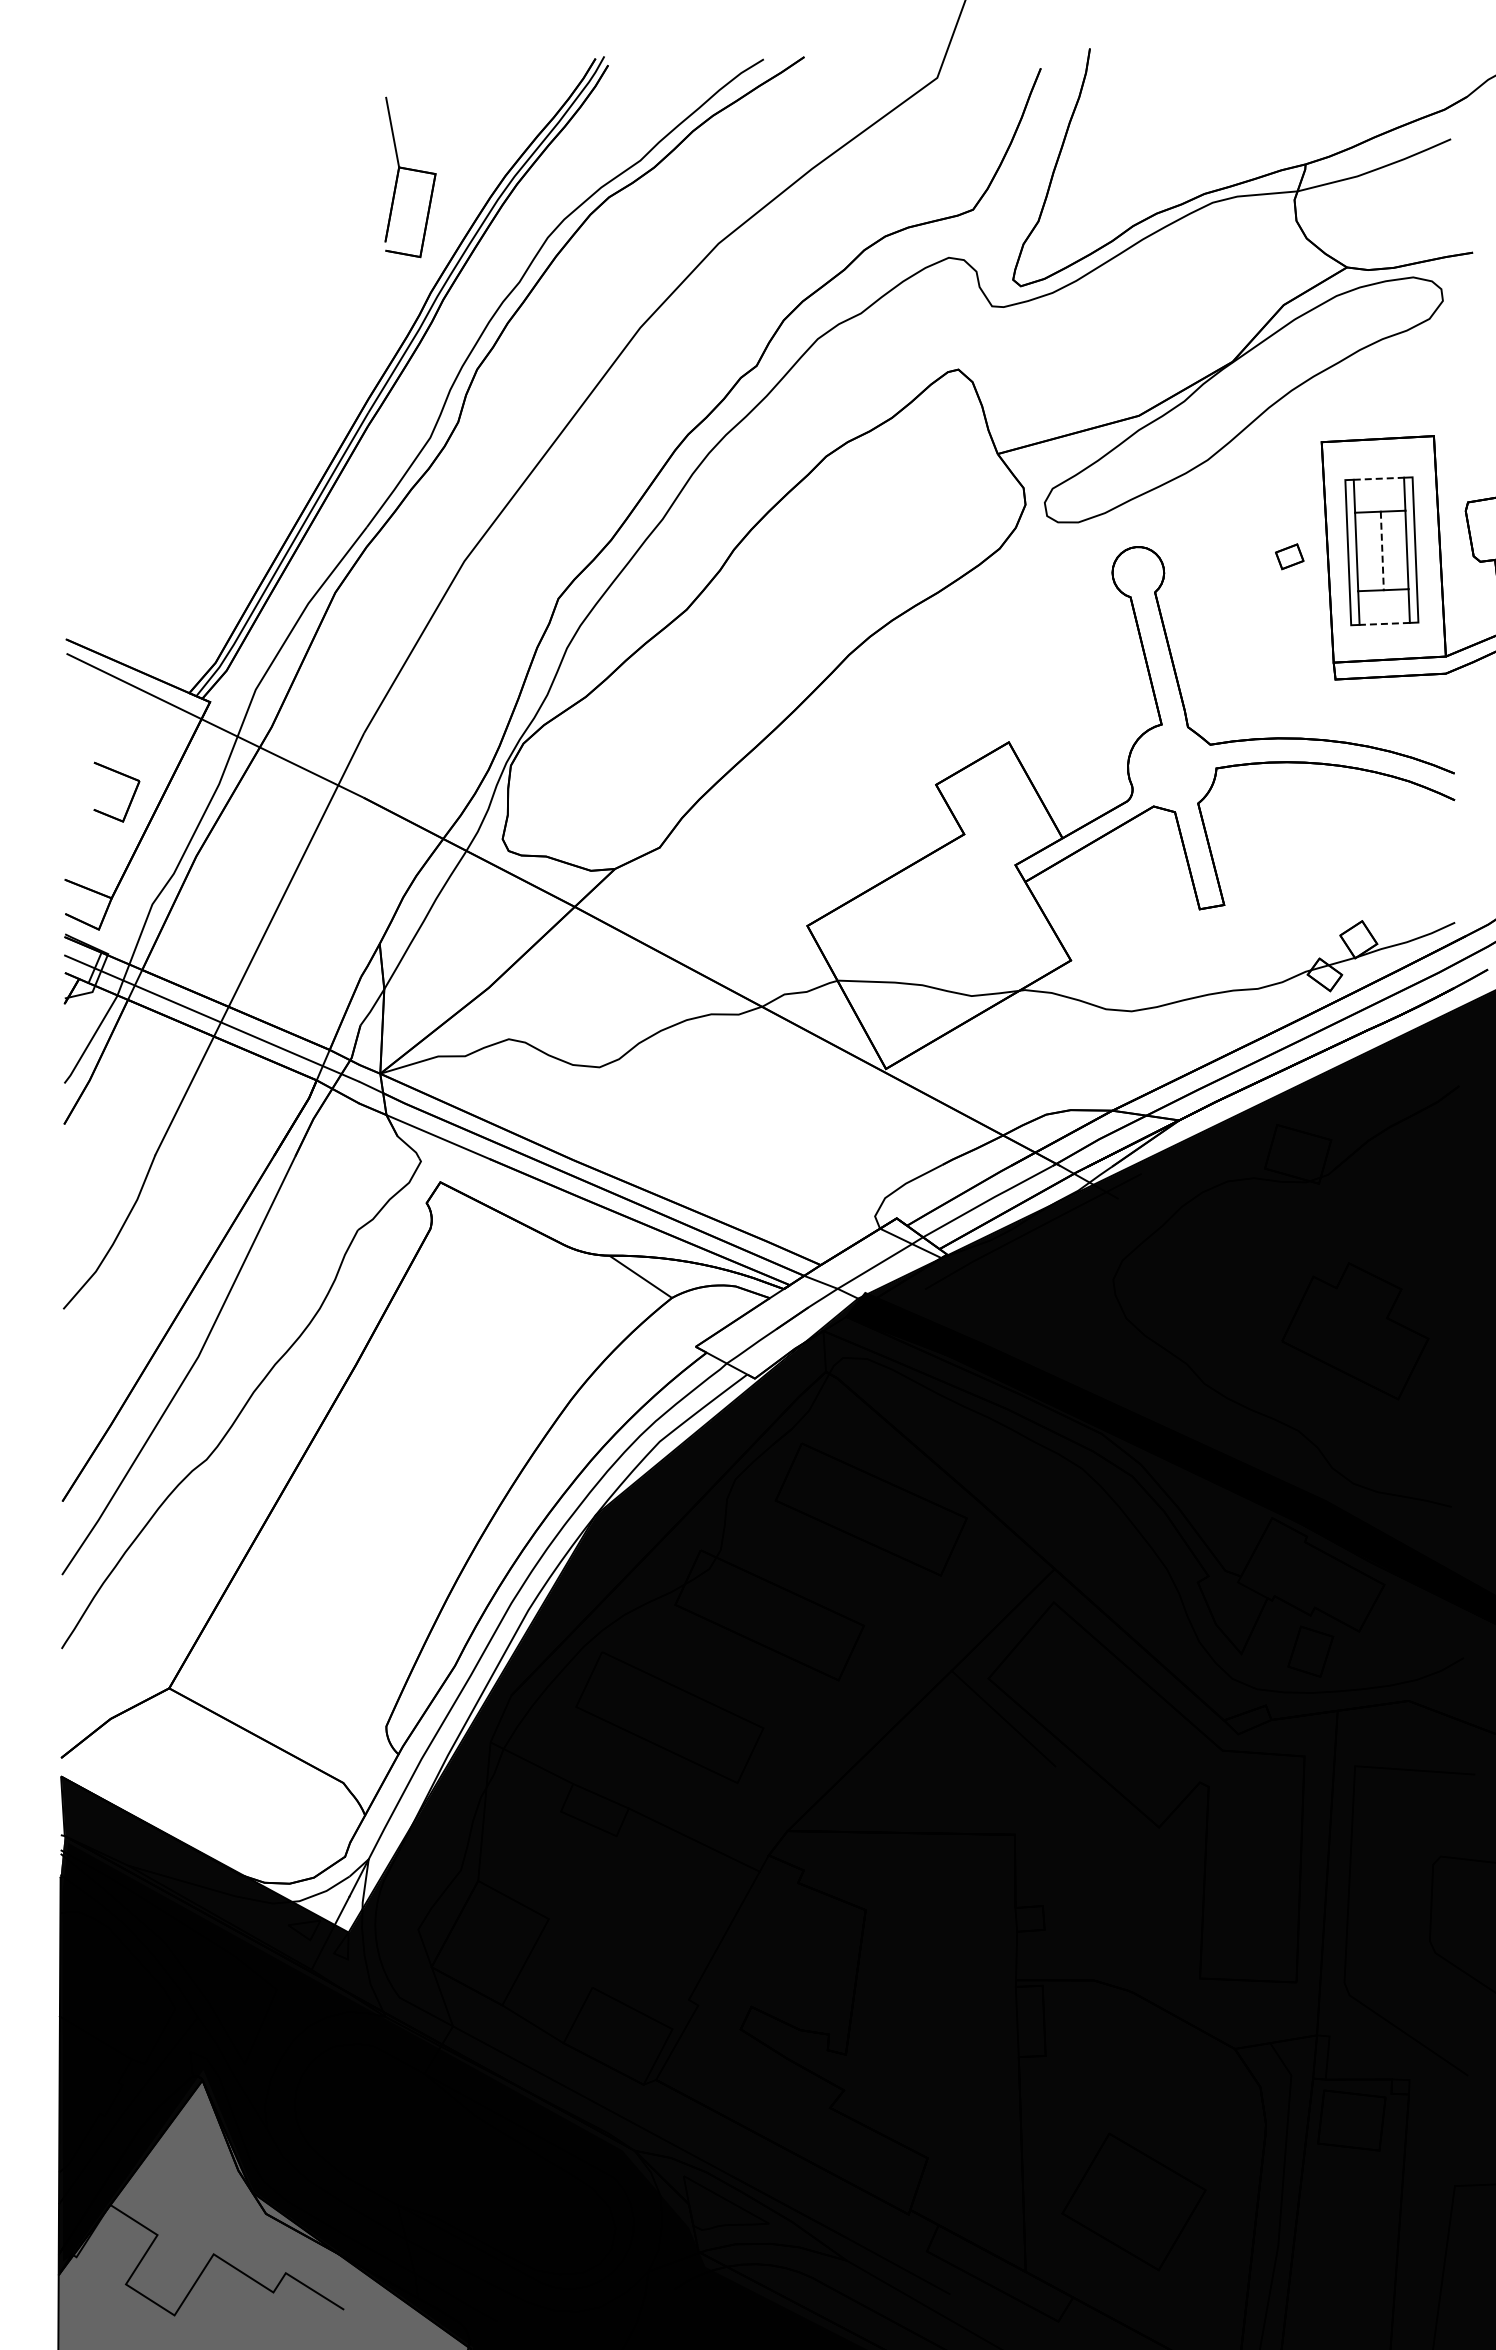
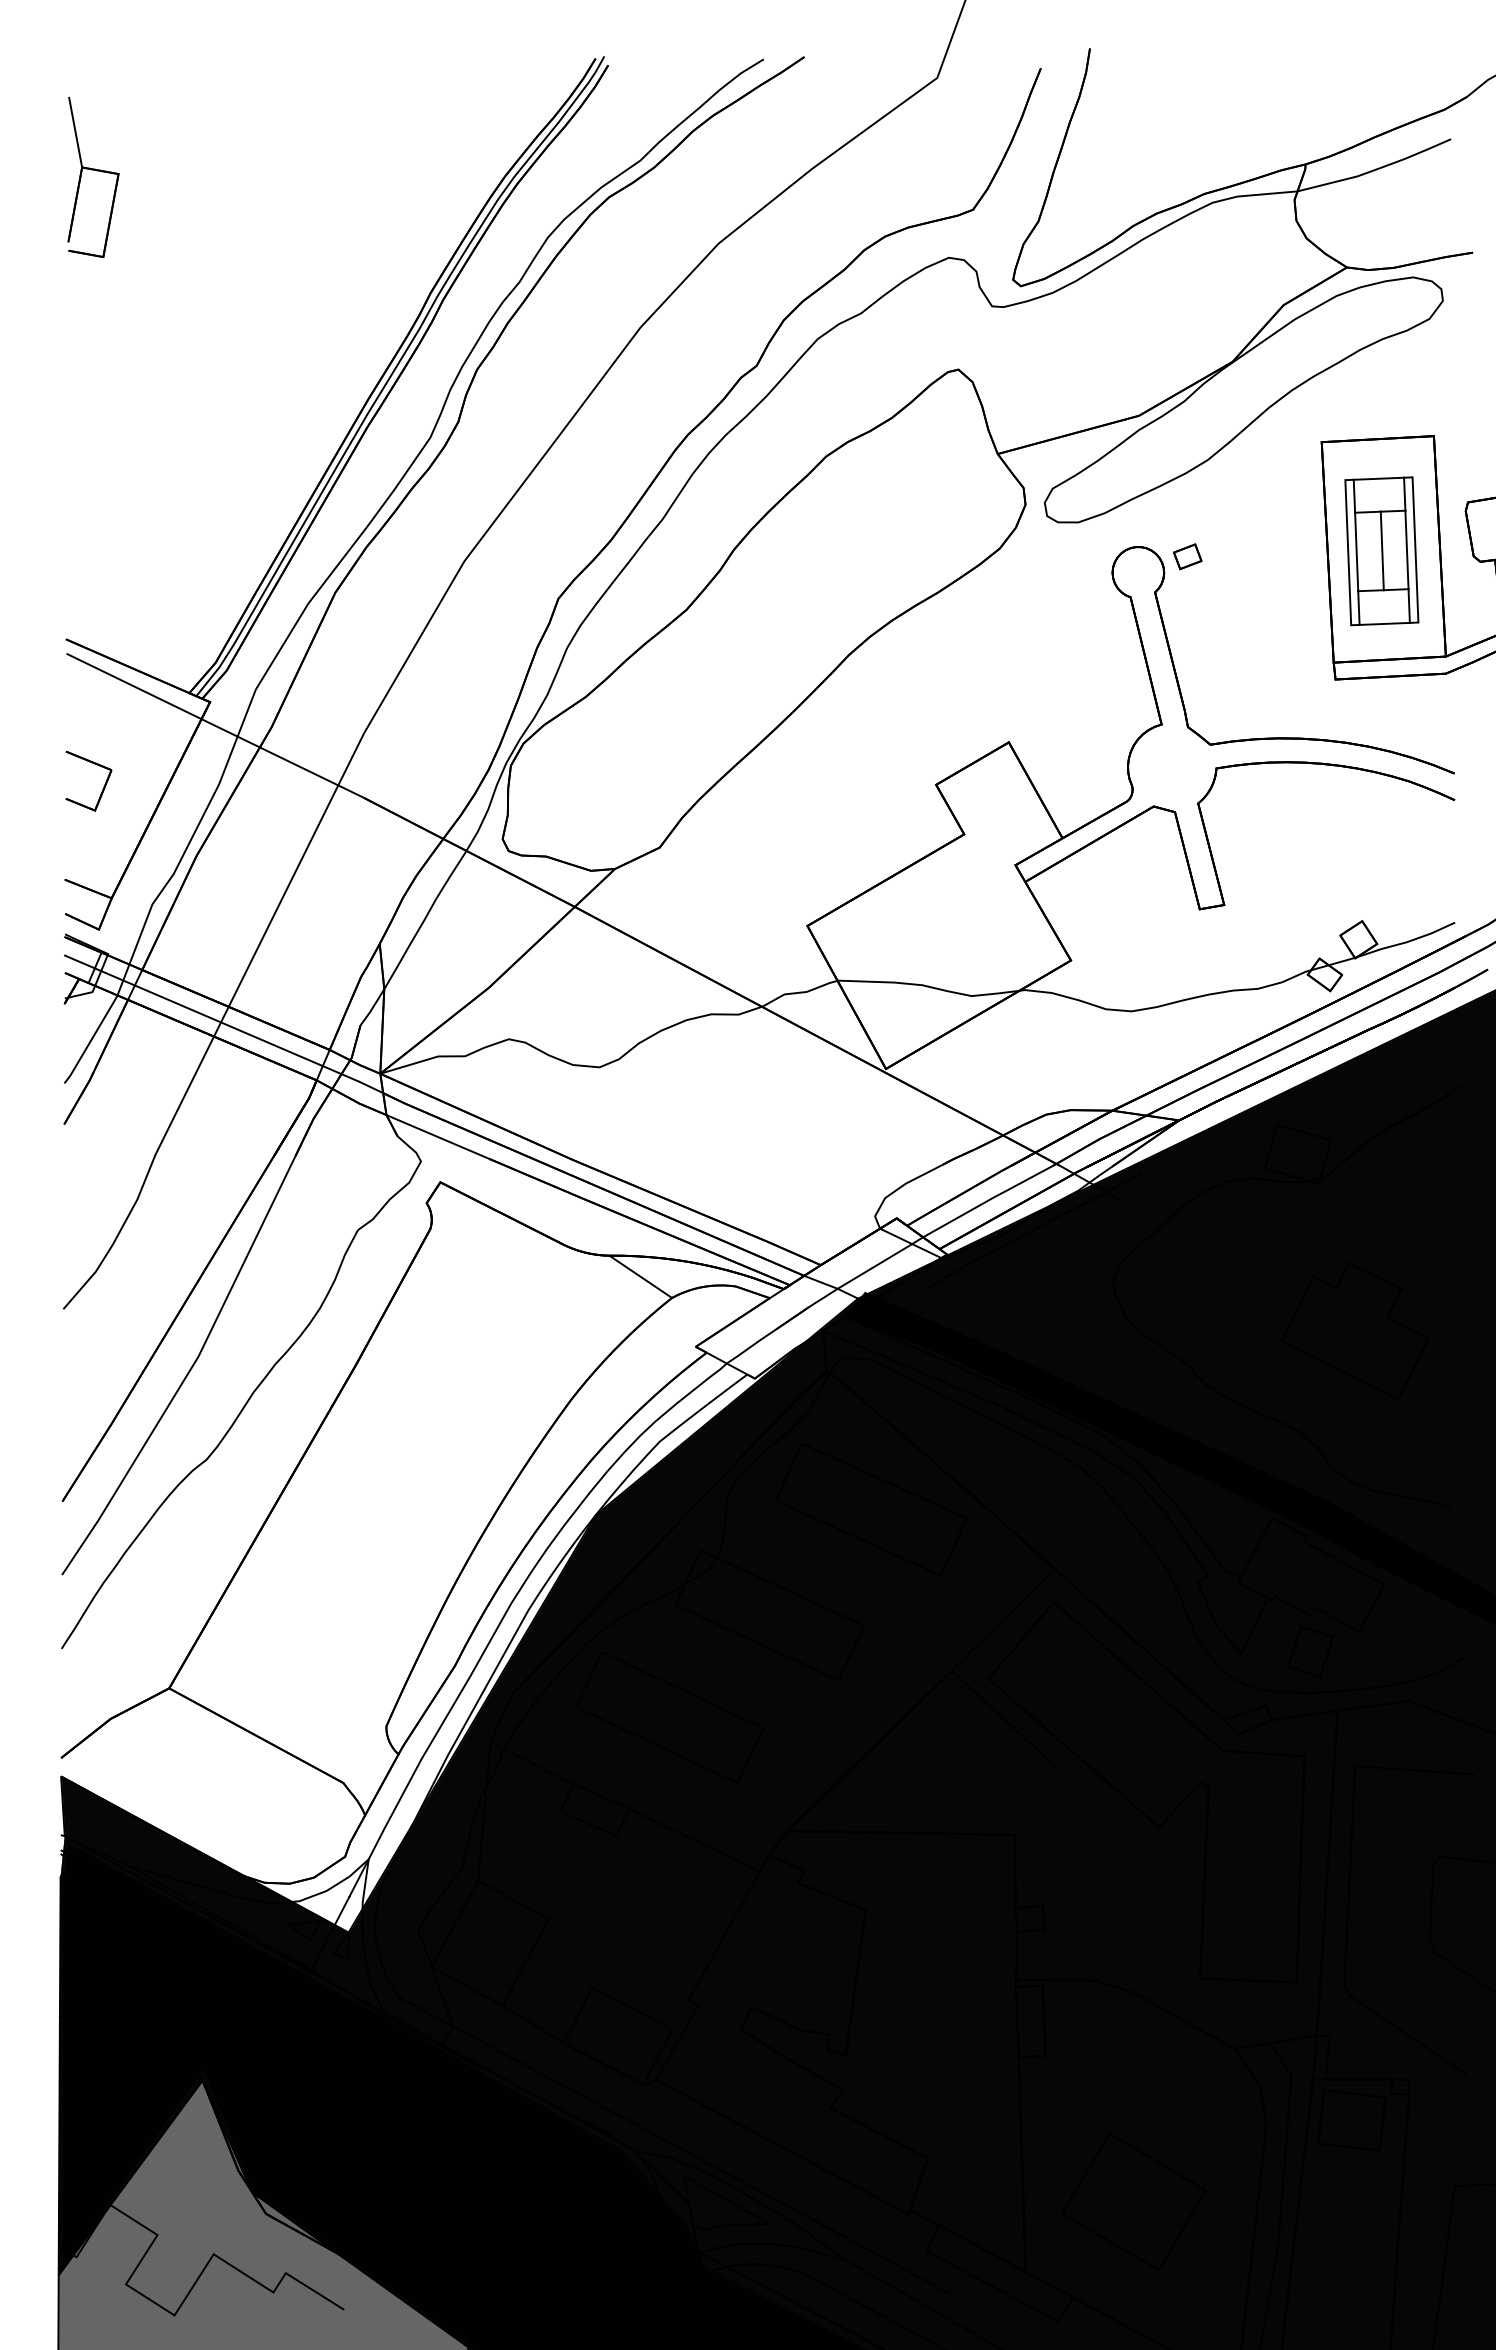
part at (410, 170) position: (410, 170) -> (93, 170)
line at (1379, 478): dashed -> solid
line at (1382, 551): dashed -> solid
part at (1289, 556) position: (1289, 556) -> (1187, 556)
line at (1384, 623): dashed -> solid
part at (131, 797) position: (131, 797) -> (103, 786)
